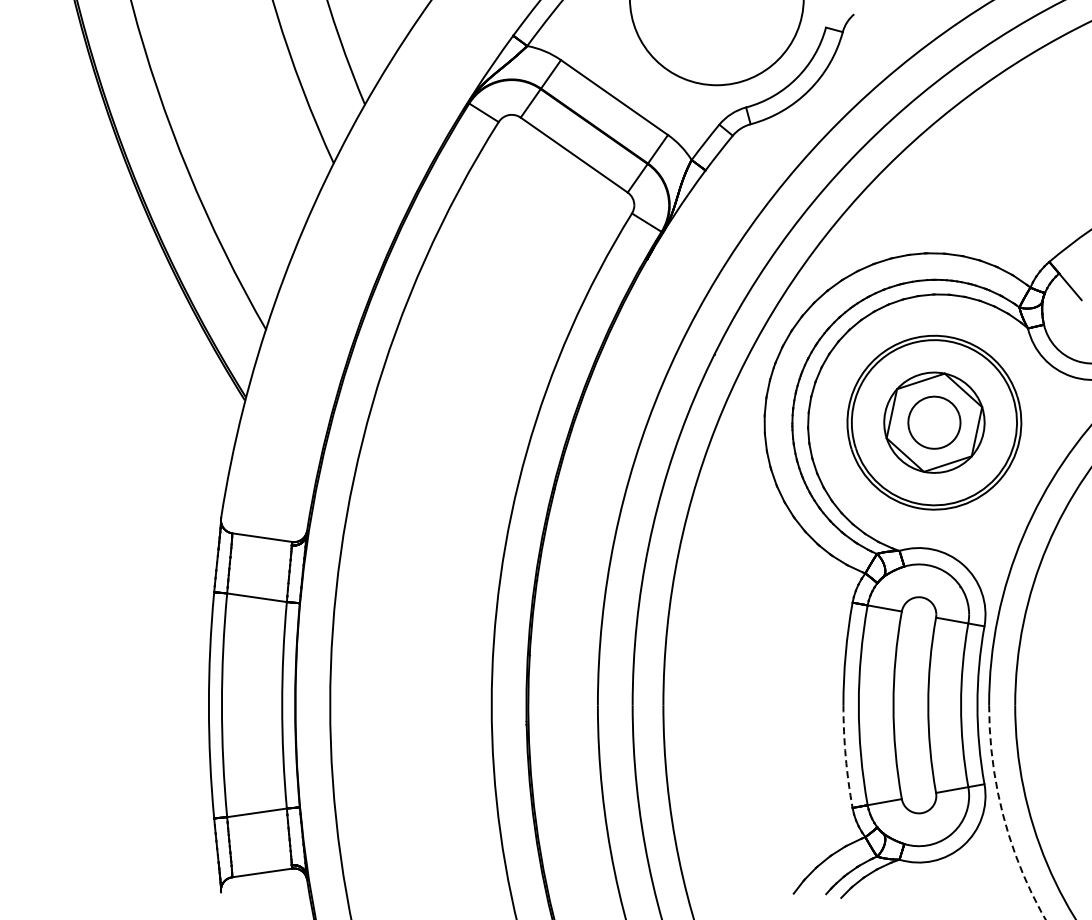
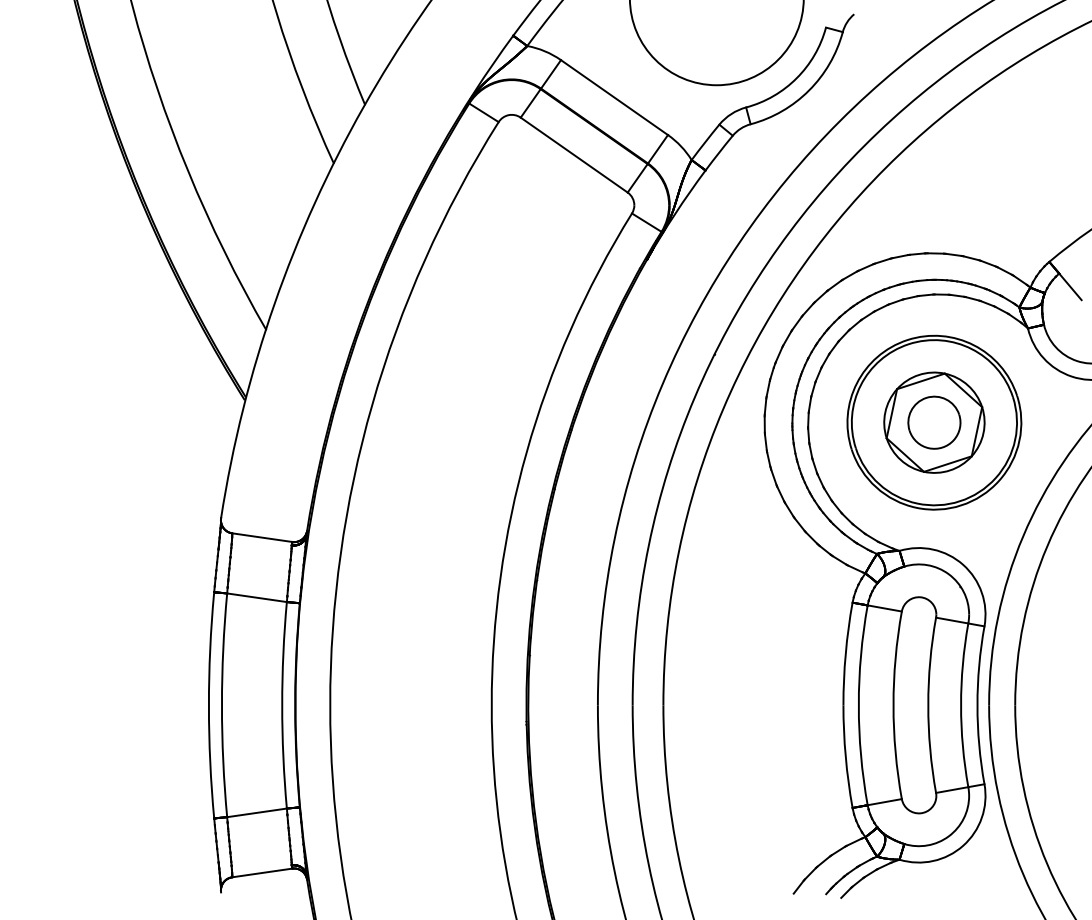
arc at (845, 756): dashed -> solid
arc at (1002, 813): dashed -> solid
